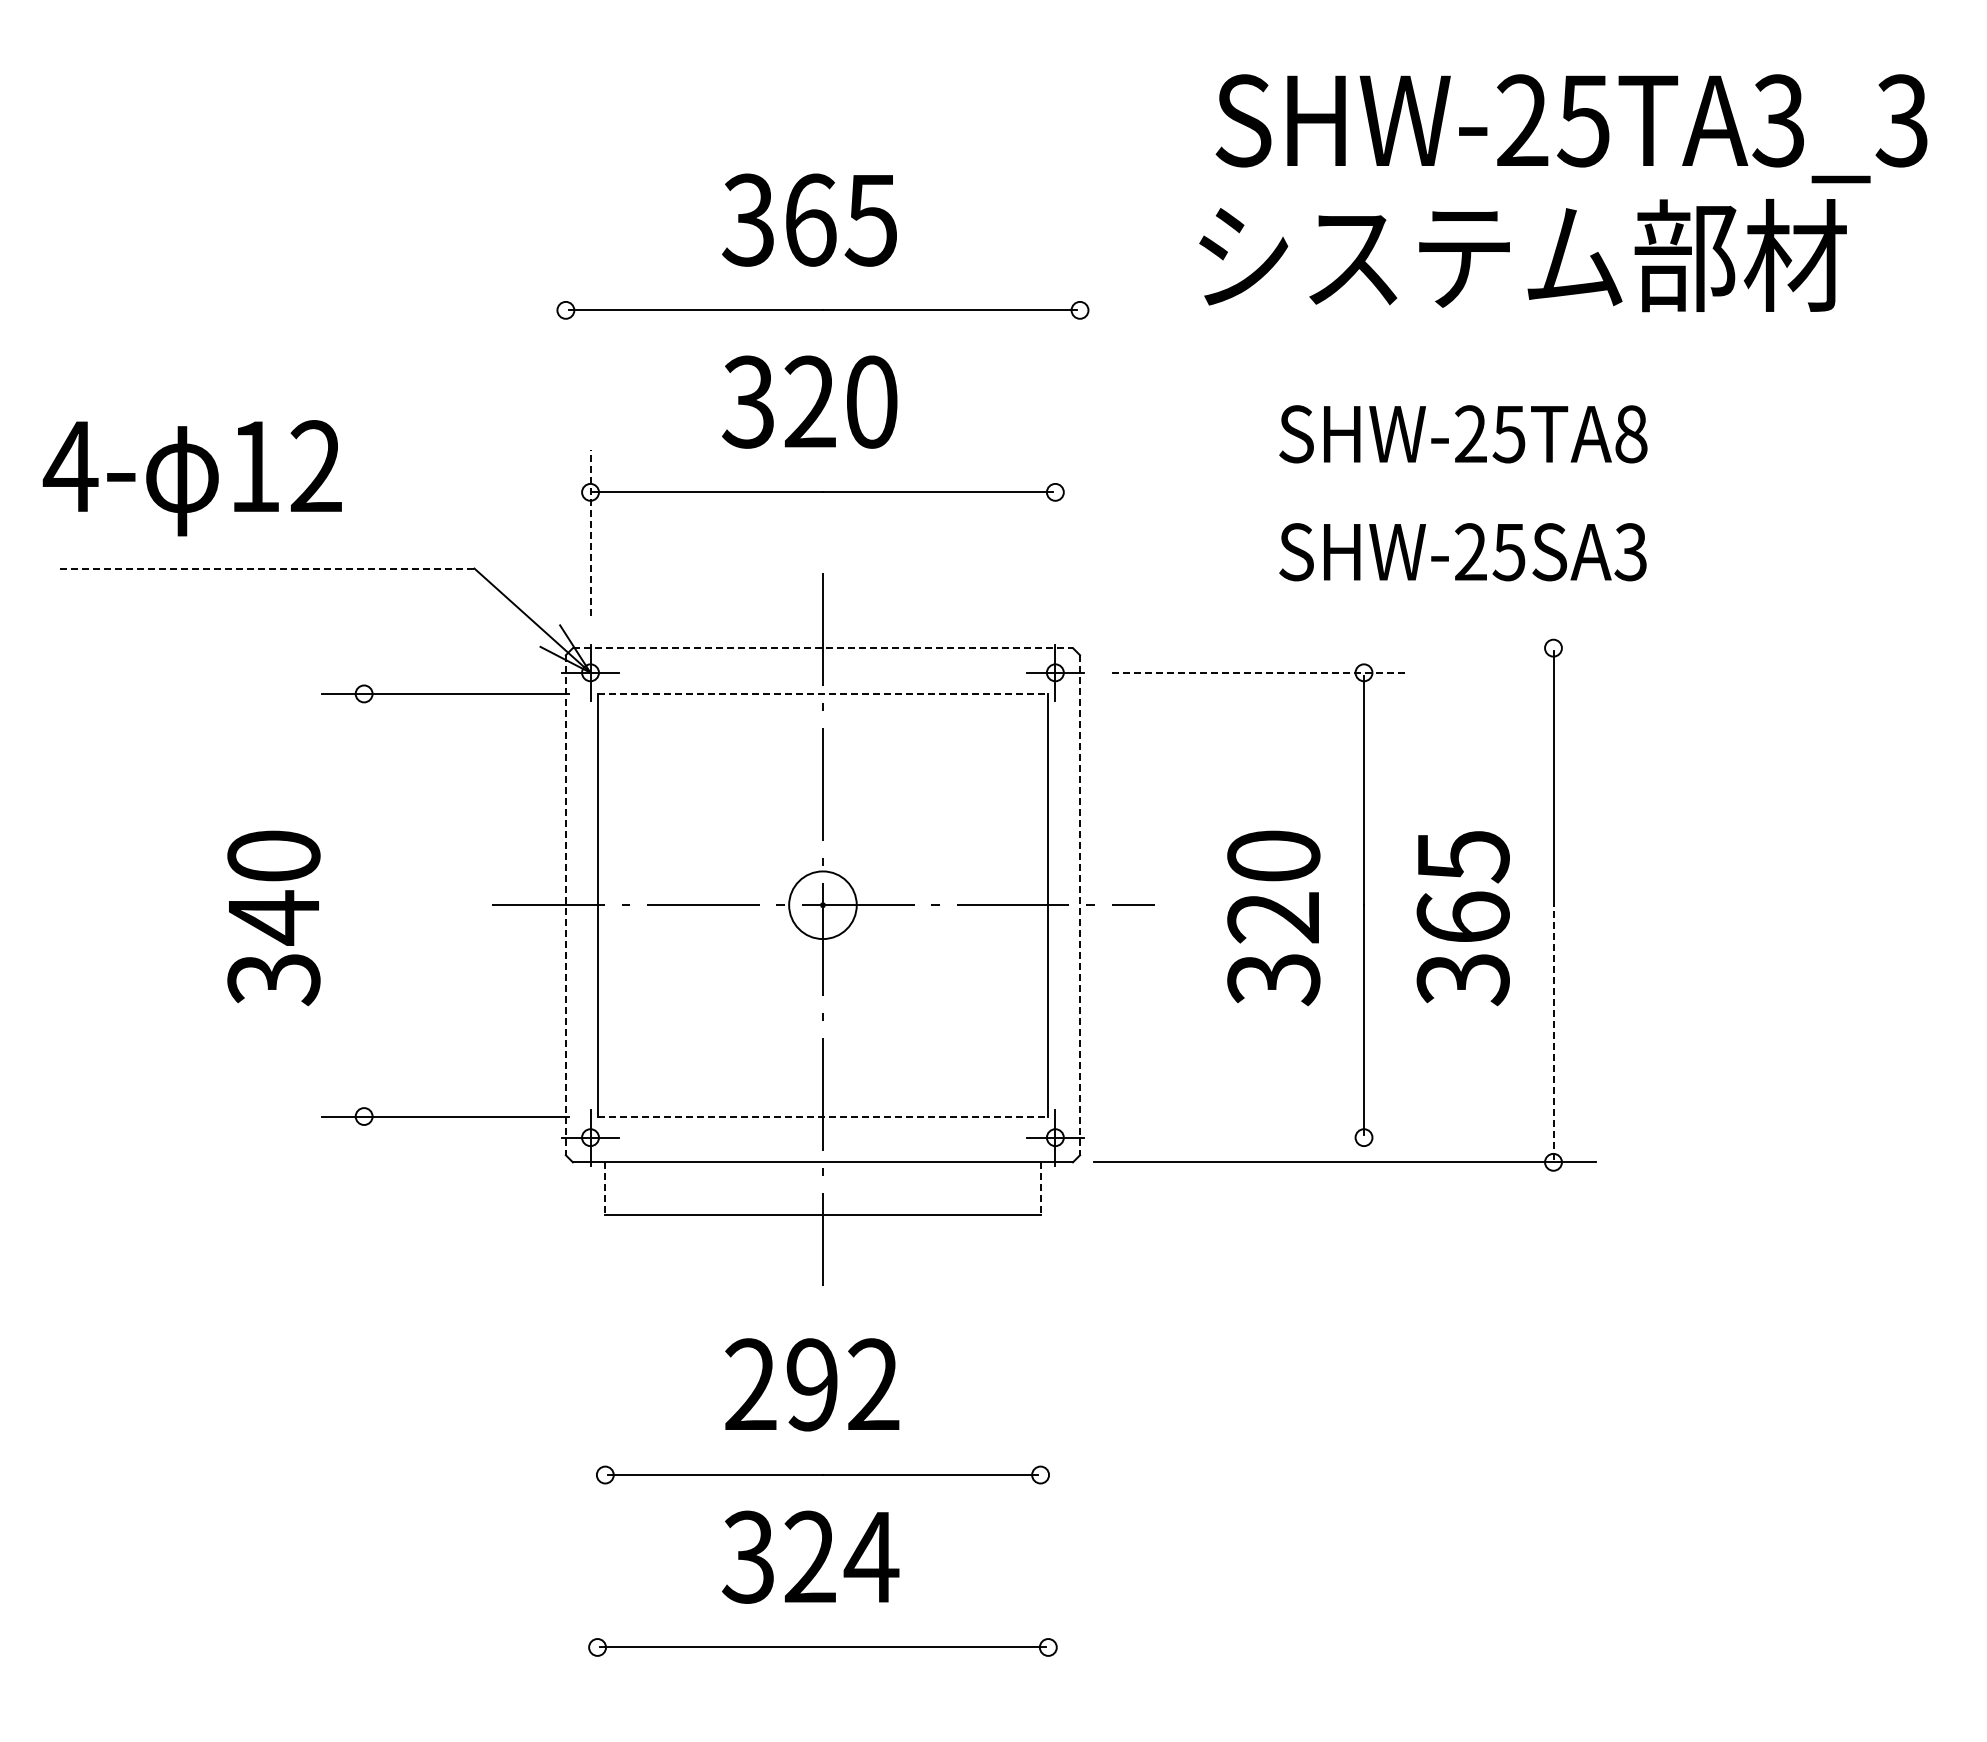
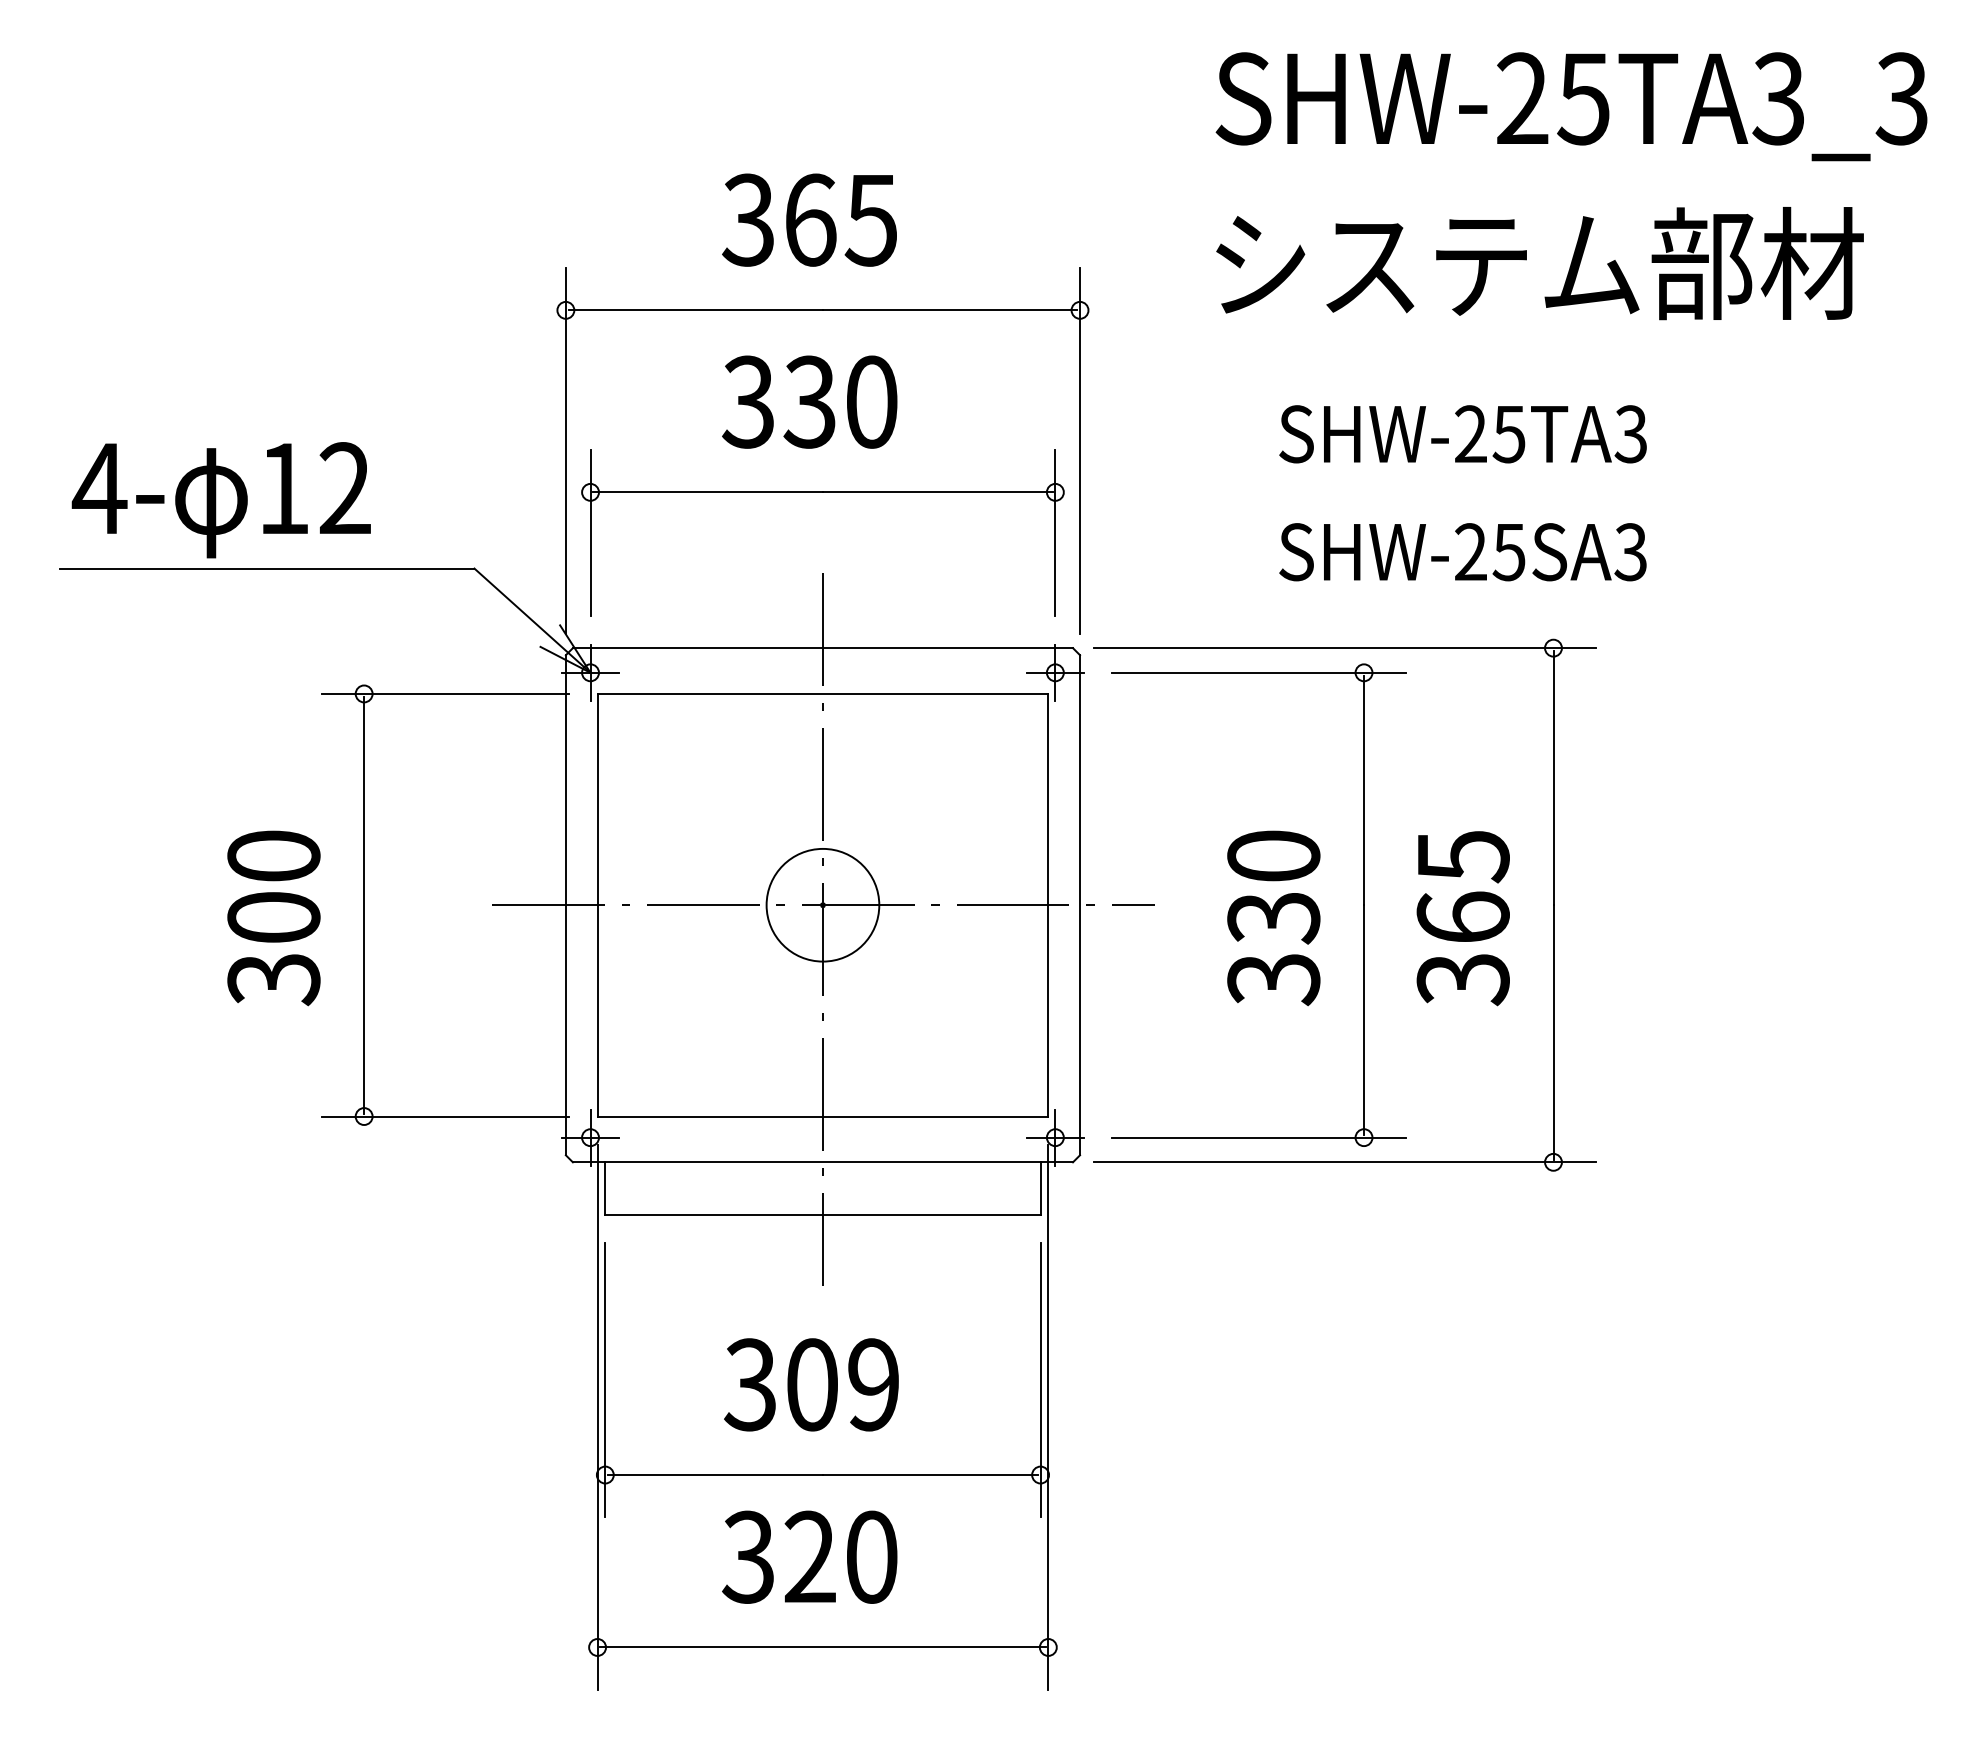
text at (1571, 128) position: (1571, 128) -> (1571, 106)
text at (1522, 255) position: (1522, 255) -> (1539, 263)
text at (809, 401): 320 -> 330
text at (1630, 434): SHW-25TA8 -> SHW-25TA3
line at (565, 451): none -> present
line at (1080, 451): none -> present
text at (191, 478) position: (191, 478) -> (220, 500)
line at (590, 532): dashed -> solid
line at (1055, 533): none -> present
line at (267, 568): dashed -> solid
line at (823, 648): dashed -> solid
line at (1344, 648): none -> present
line at (1259, 672): dashed -> solid
line at (823, 693): dashed -> solid
line at (364, 904): none -> present
line at (565, 905): dashed -> solid
circle at (822, 905) diameter: 68 px -> 113 px
line at (1080, 905): dashed -> solid
text at (273, 917): 340 -> 300
text at (1273, 918): 320 -> 330
line at (1553, 1031): dashed -> solid
line at (823, 1116): dashed -> solid
line at (1258, 1137): none -> present
line at (605, 1189): dashed -> solid
line at (1040, 1189): dashed -> solid
line at (605, 1379): none -> present
line at (1040, 1379): none -> present
text at (811, 1384): 292 -> 309
line at (597, 1416): none -> present
line at (1048, 1416): none -> present
text at (871, 1556): 324 -> 320
